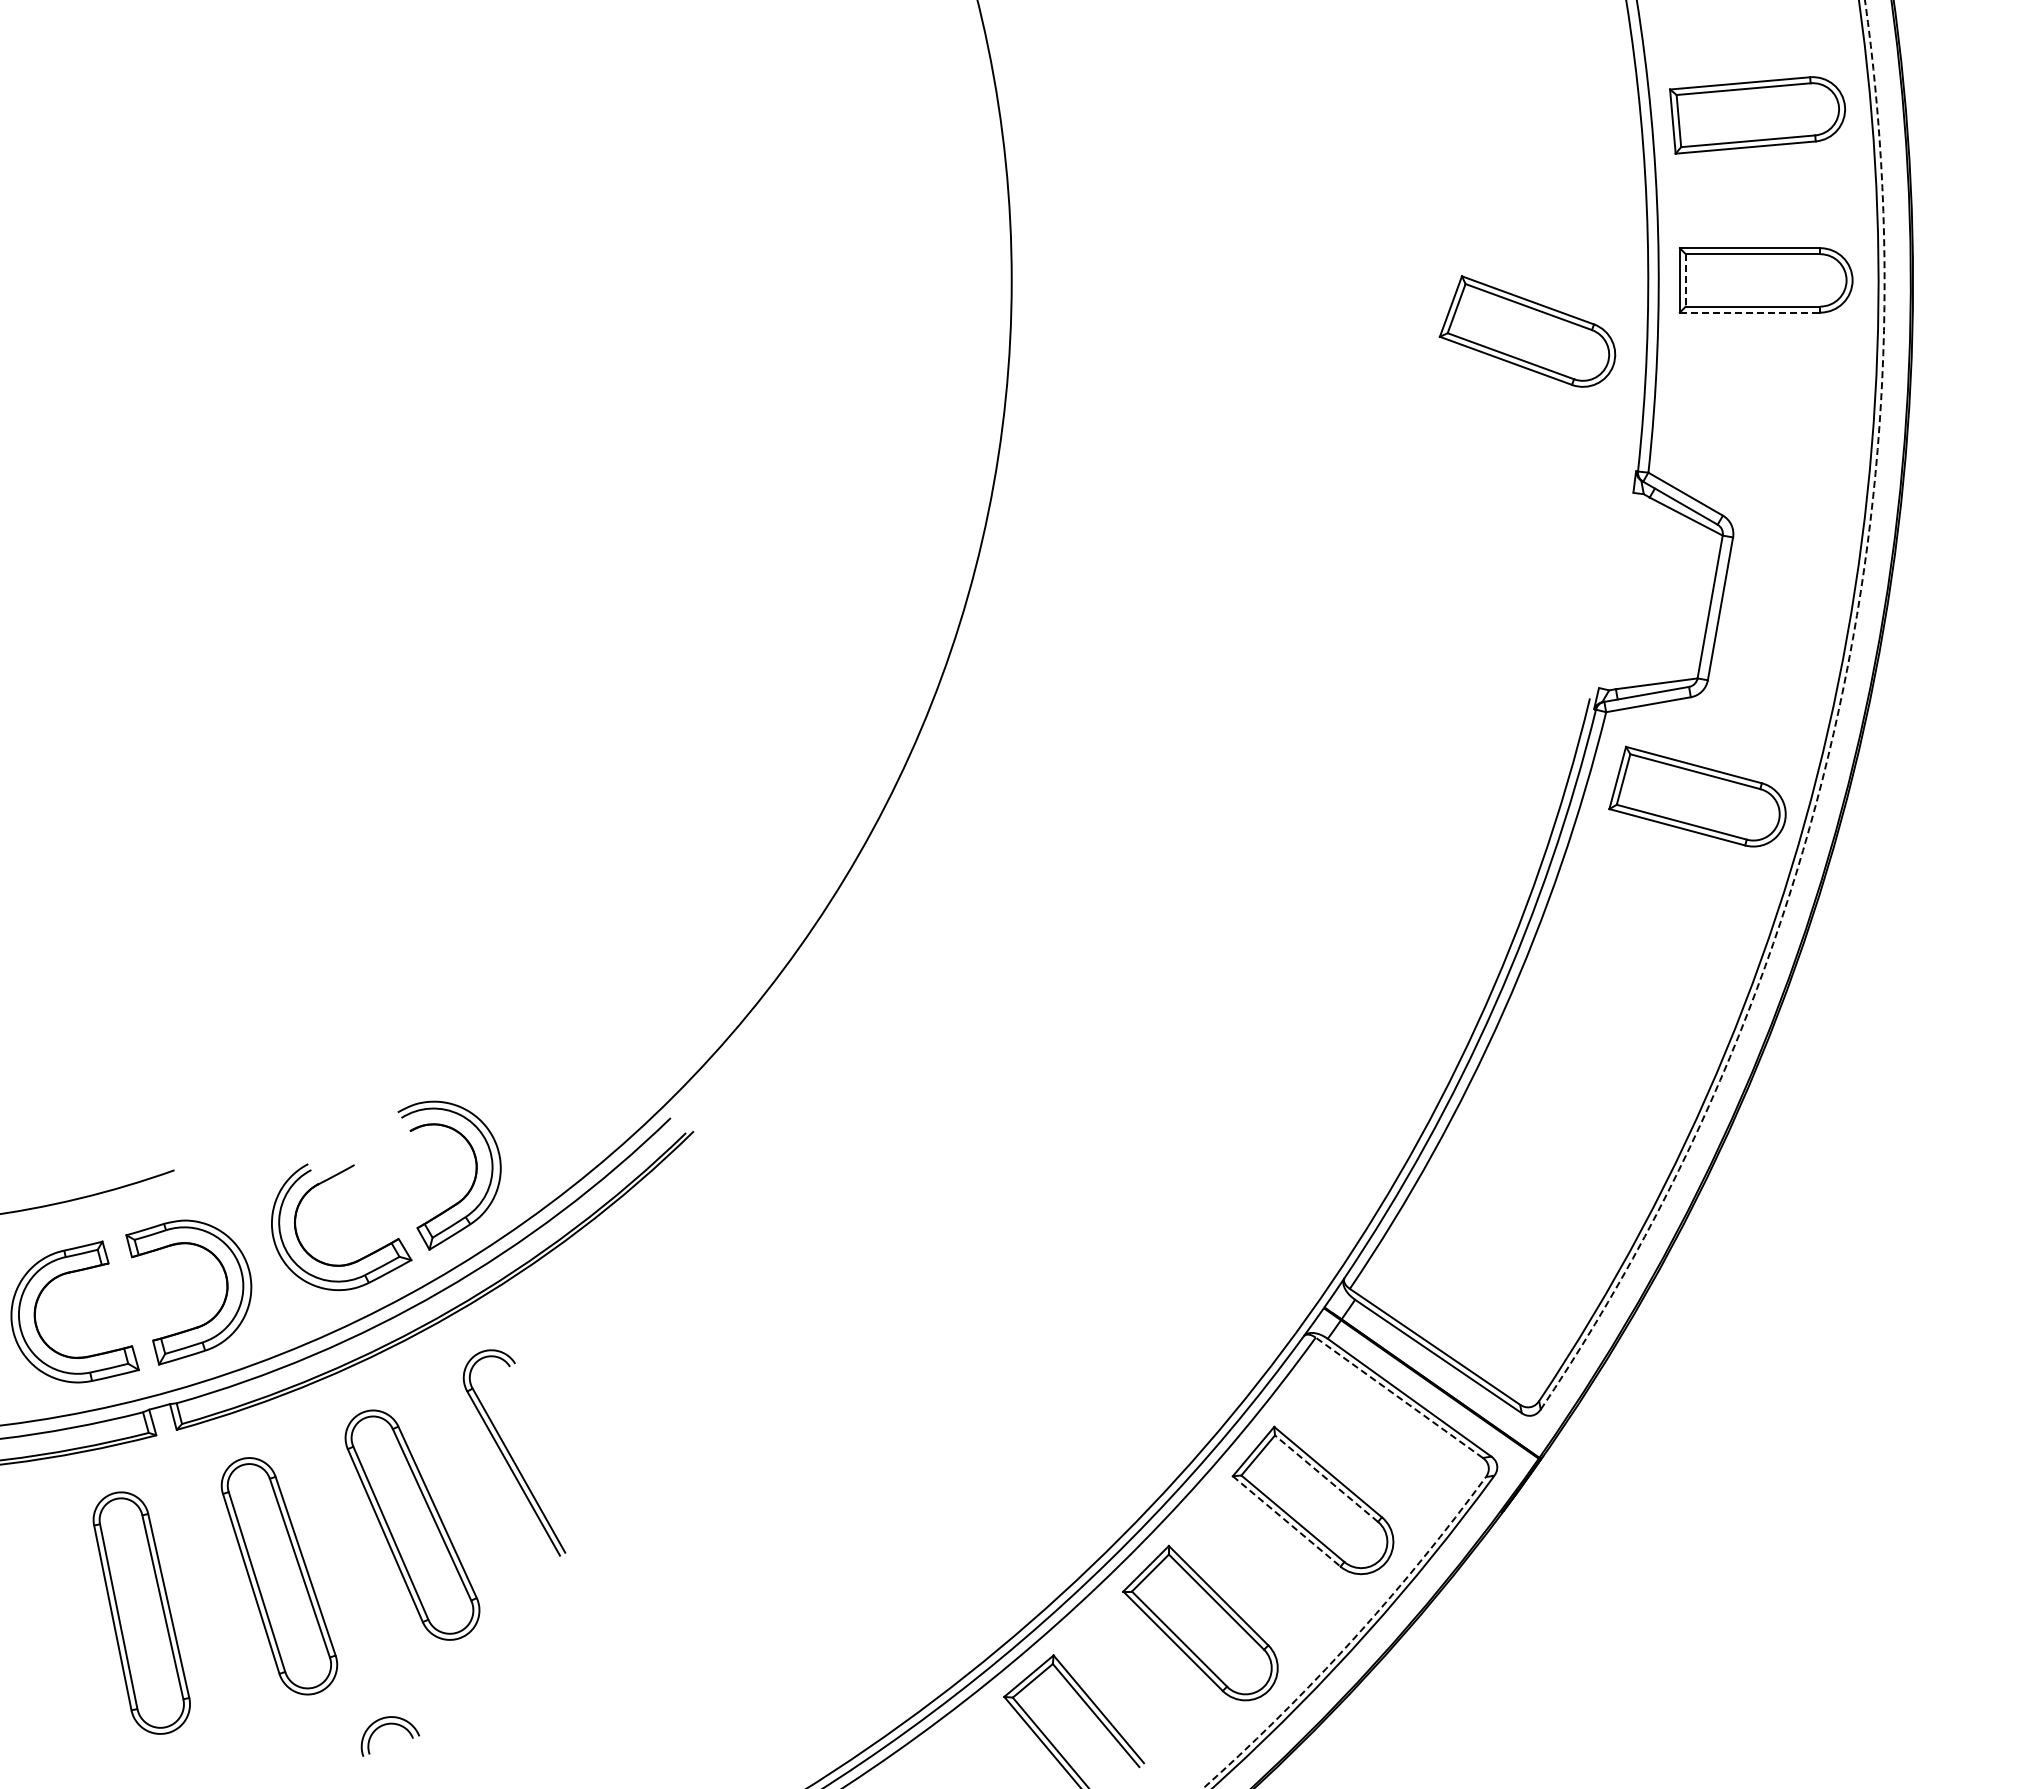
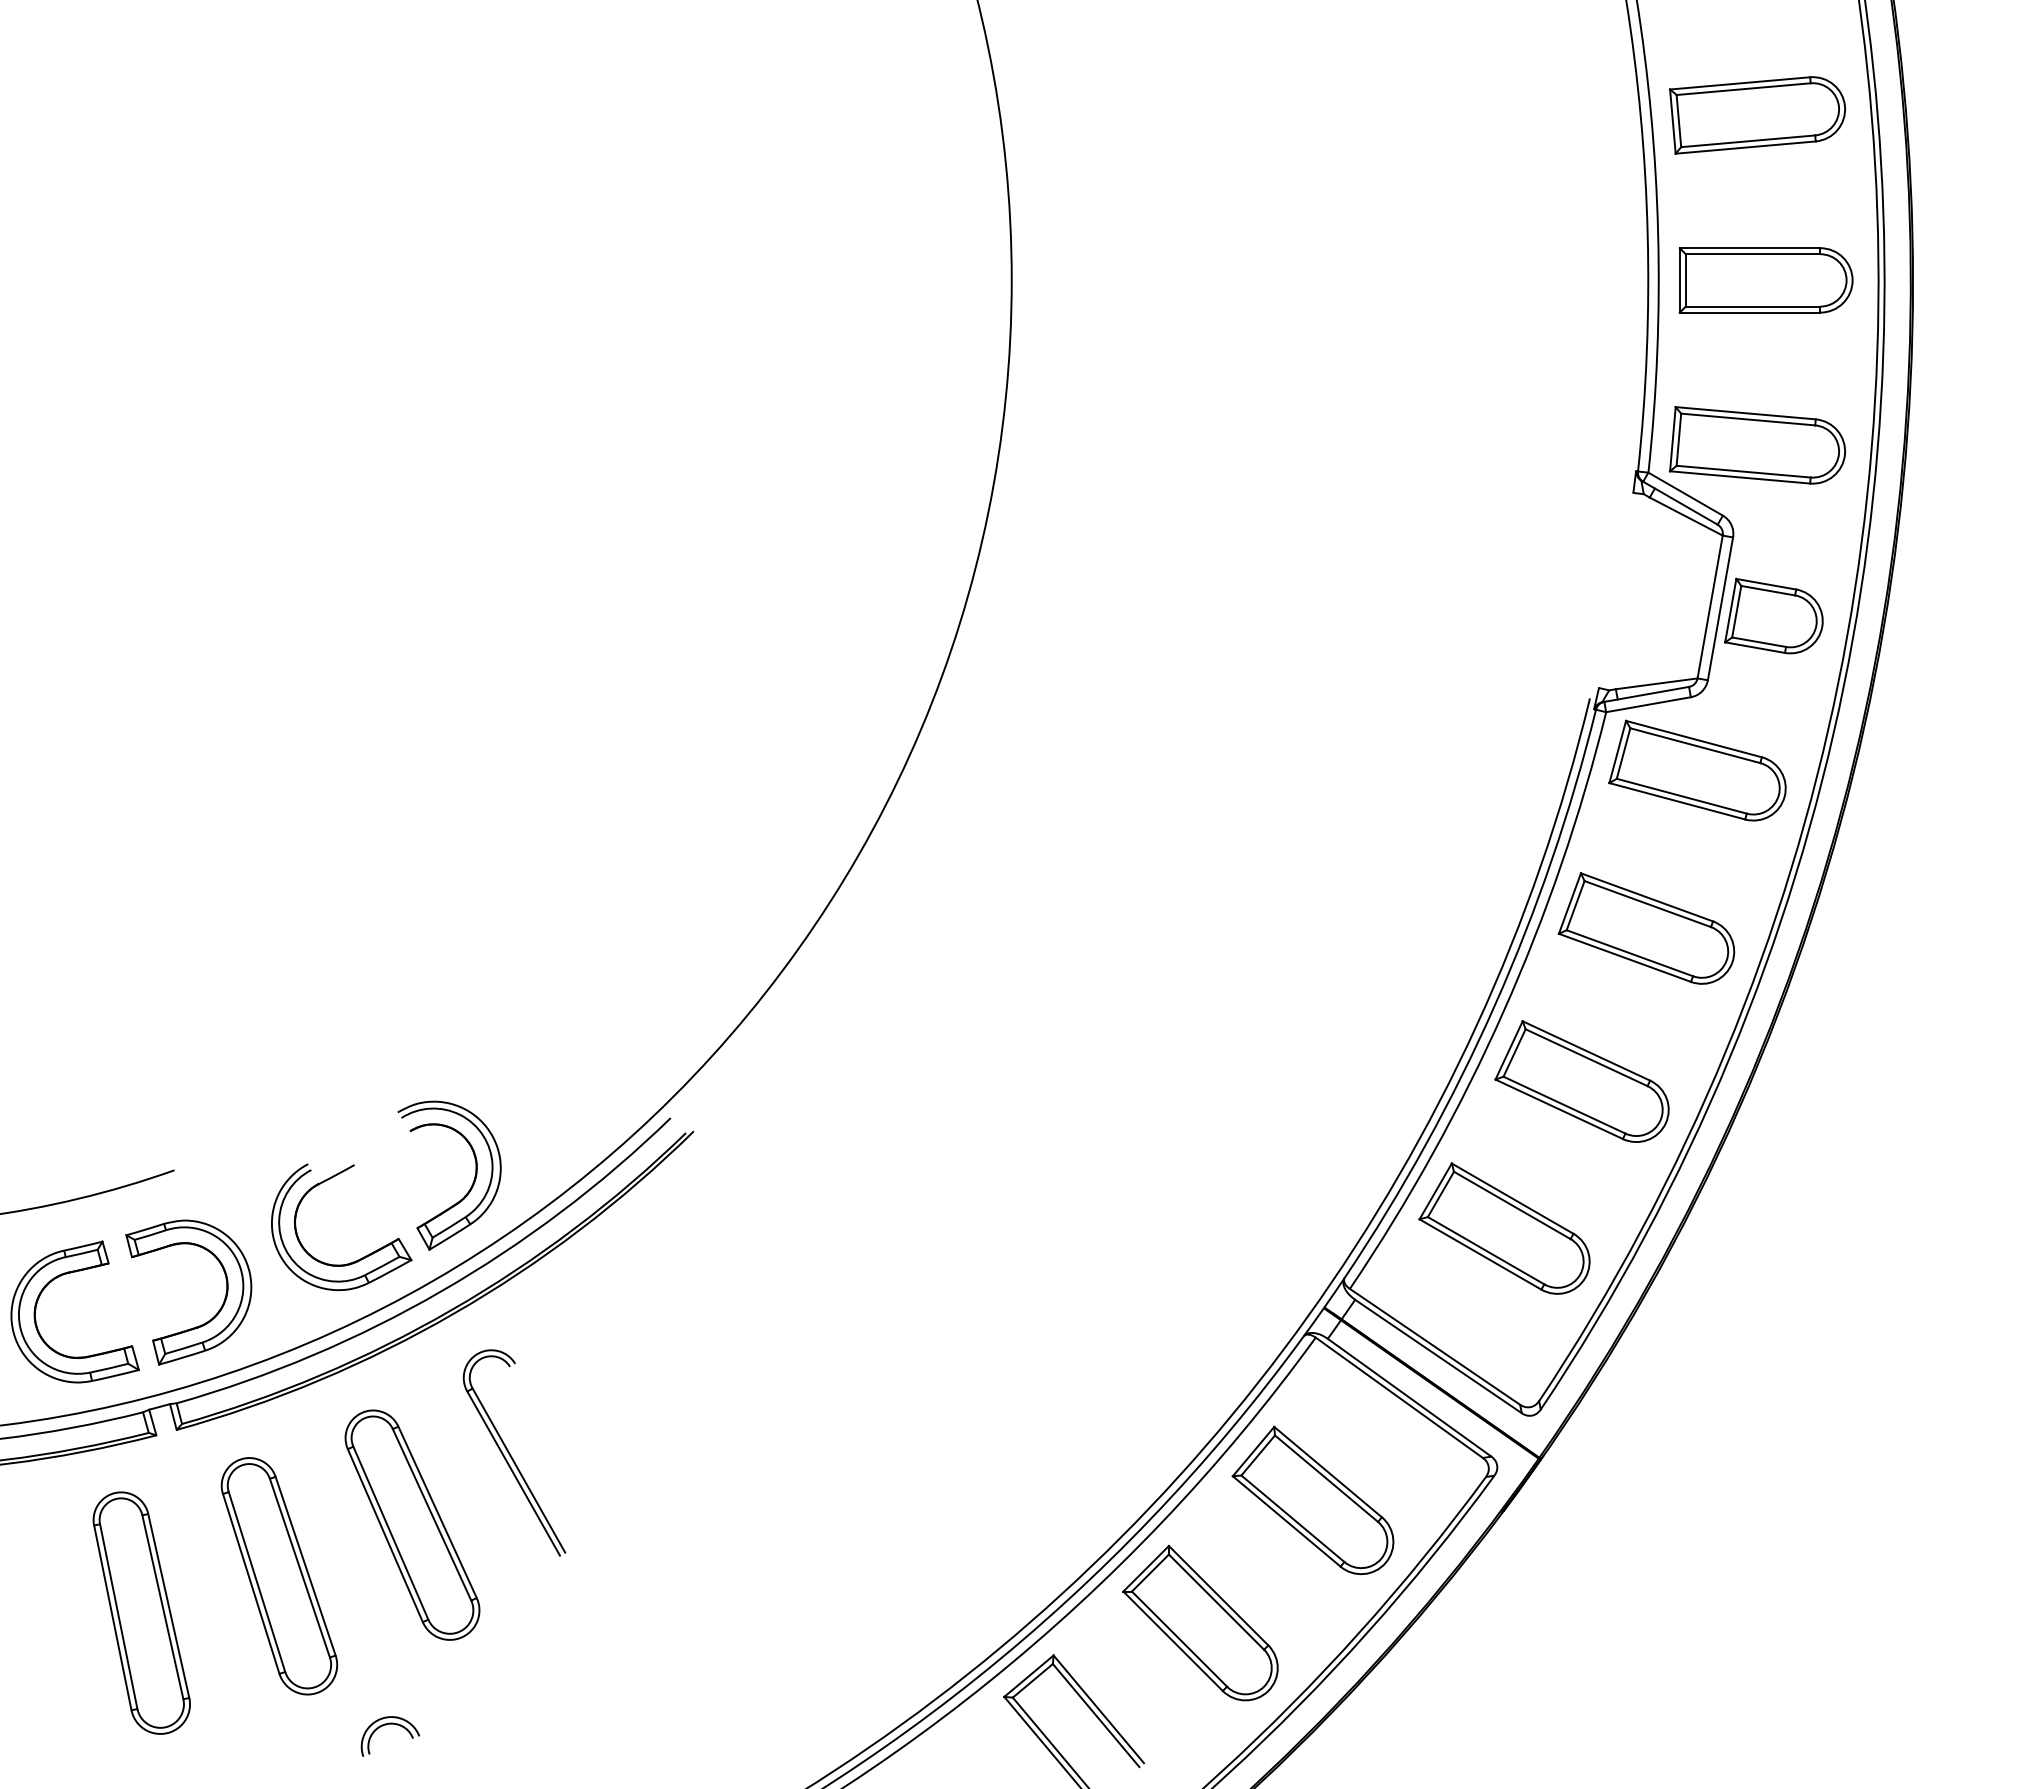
line at (1685, 280): dashed -> solid
line at (1750, 312): dashed -> solid
part at (1527, 331) position: (1527, 331) -> (1646, 928)
part at (1757, 445): none -> present
part at (1773, 615): none -> present
arc at (1833, 734): dashed -> solid
part at (1697, 796) position: (1697, 796) -> (1697, 770)
part at (1581, 1081): none -> present
part at (1504, 1228): none -> present
line at (1398, 1397): dashed -> solid
line at (1326, 1478): dashed -> solid
line at (1287, 1521): dashed -> solid
arc at (1352, 1640): dashed -> solid
